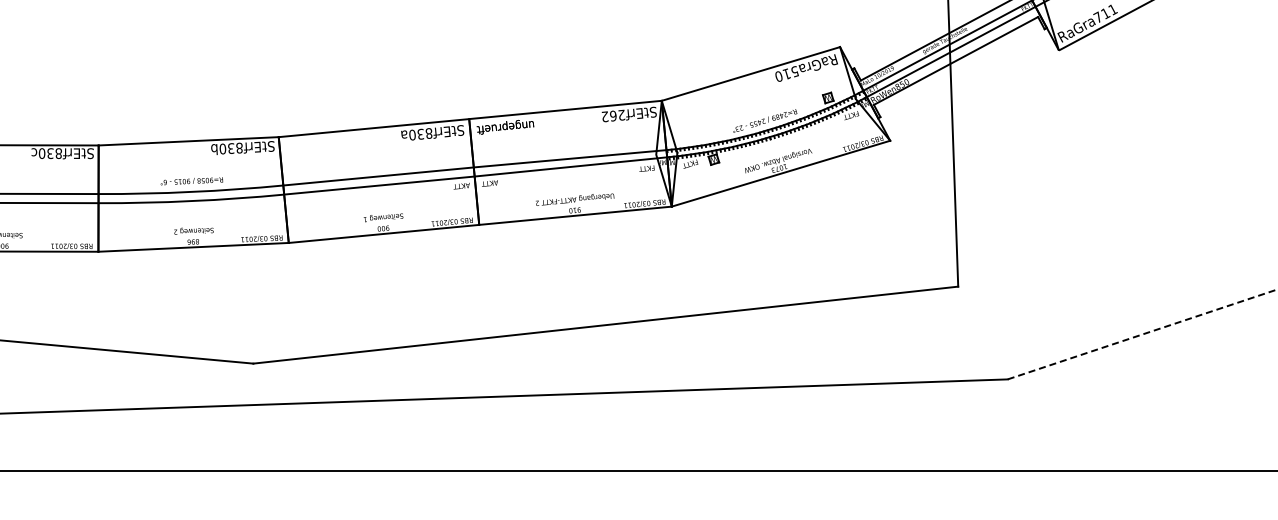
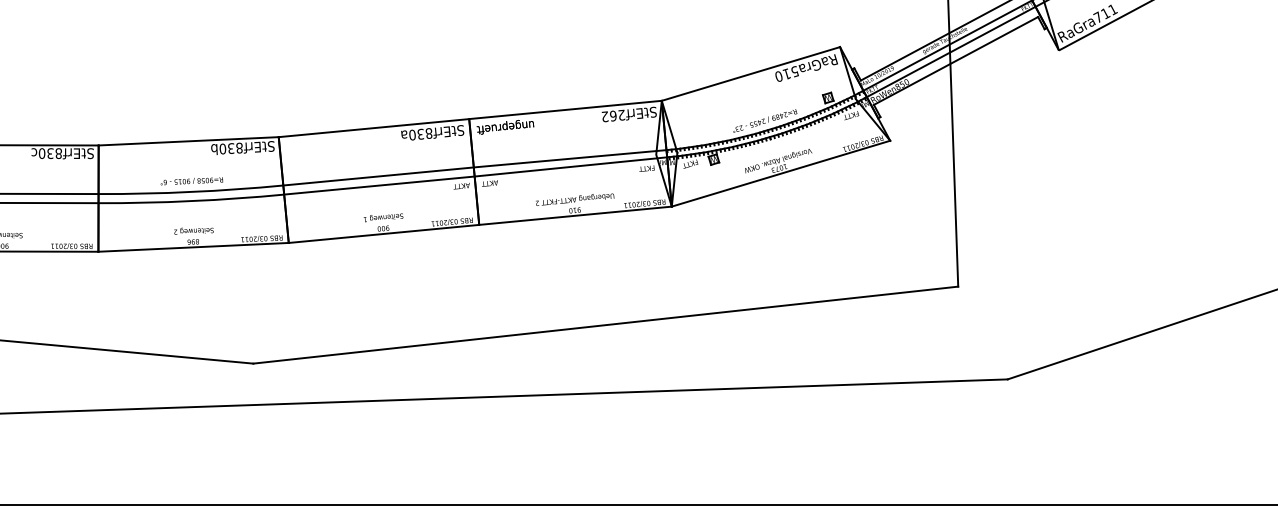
line at (1142, 334): dashed -> solid
line at (638, 470) position: (638, 470) -> (638, 504)
